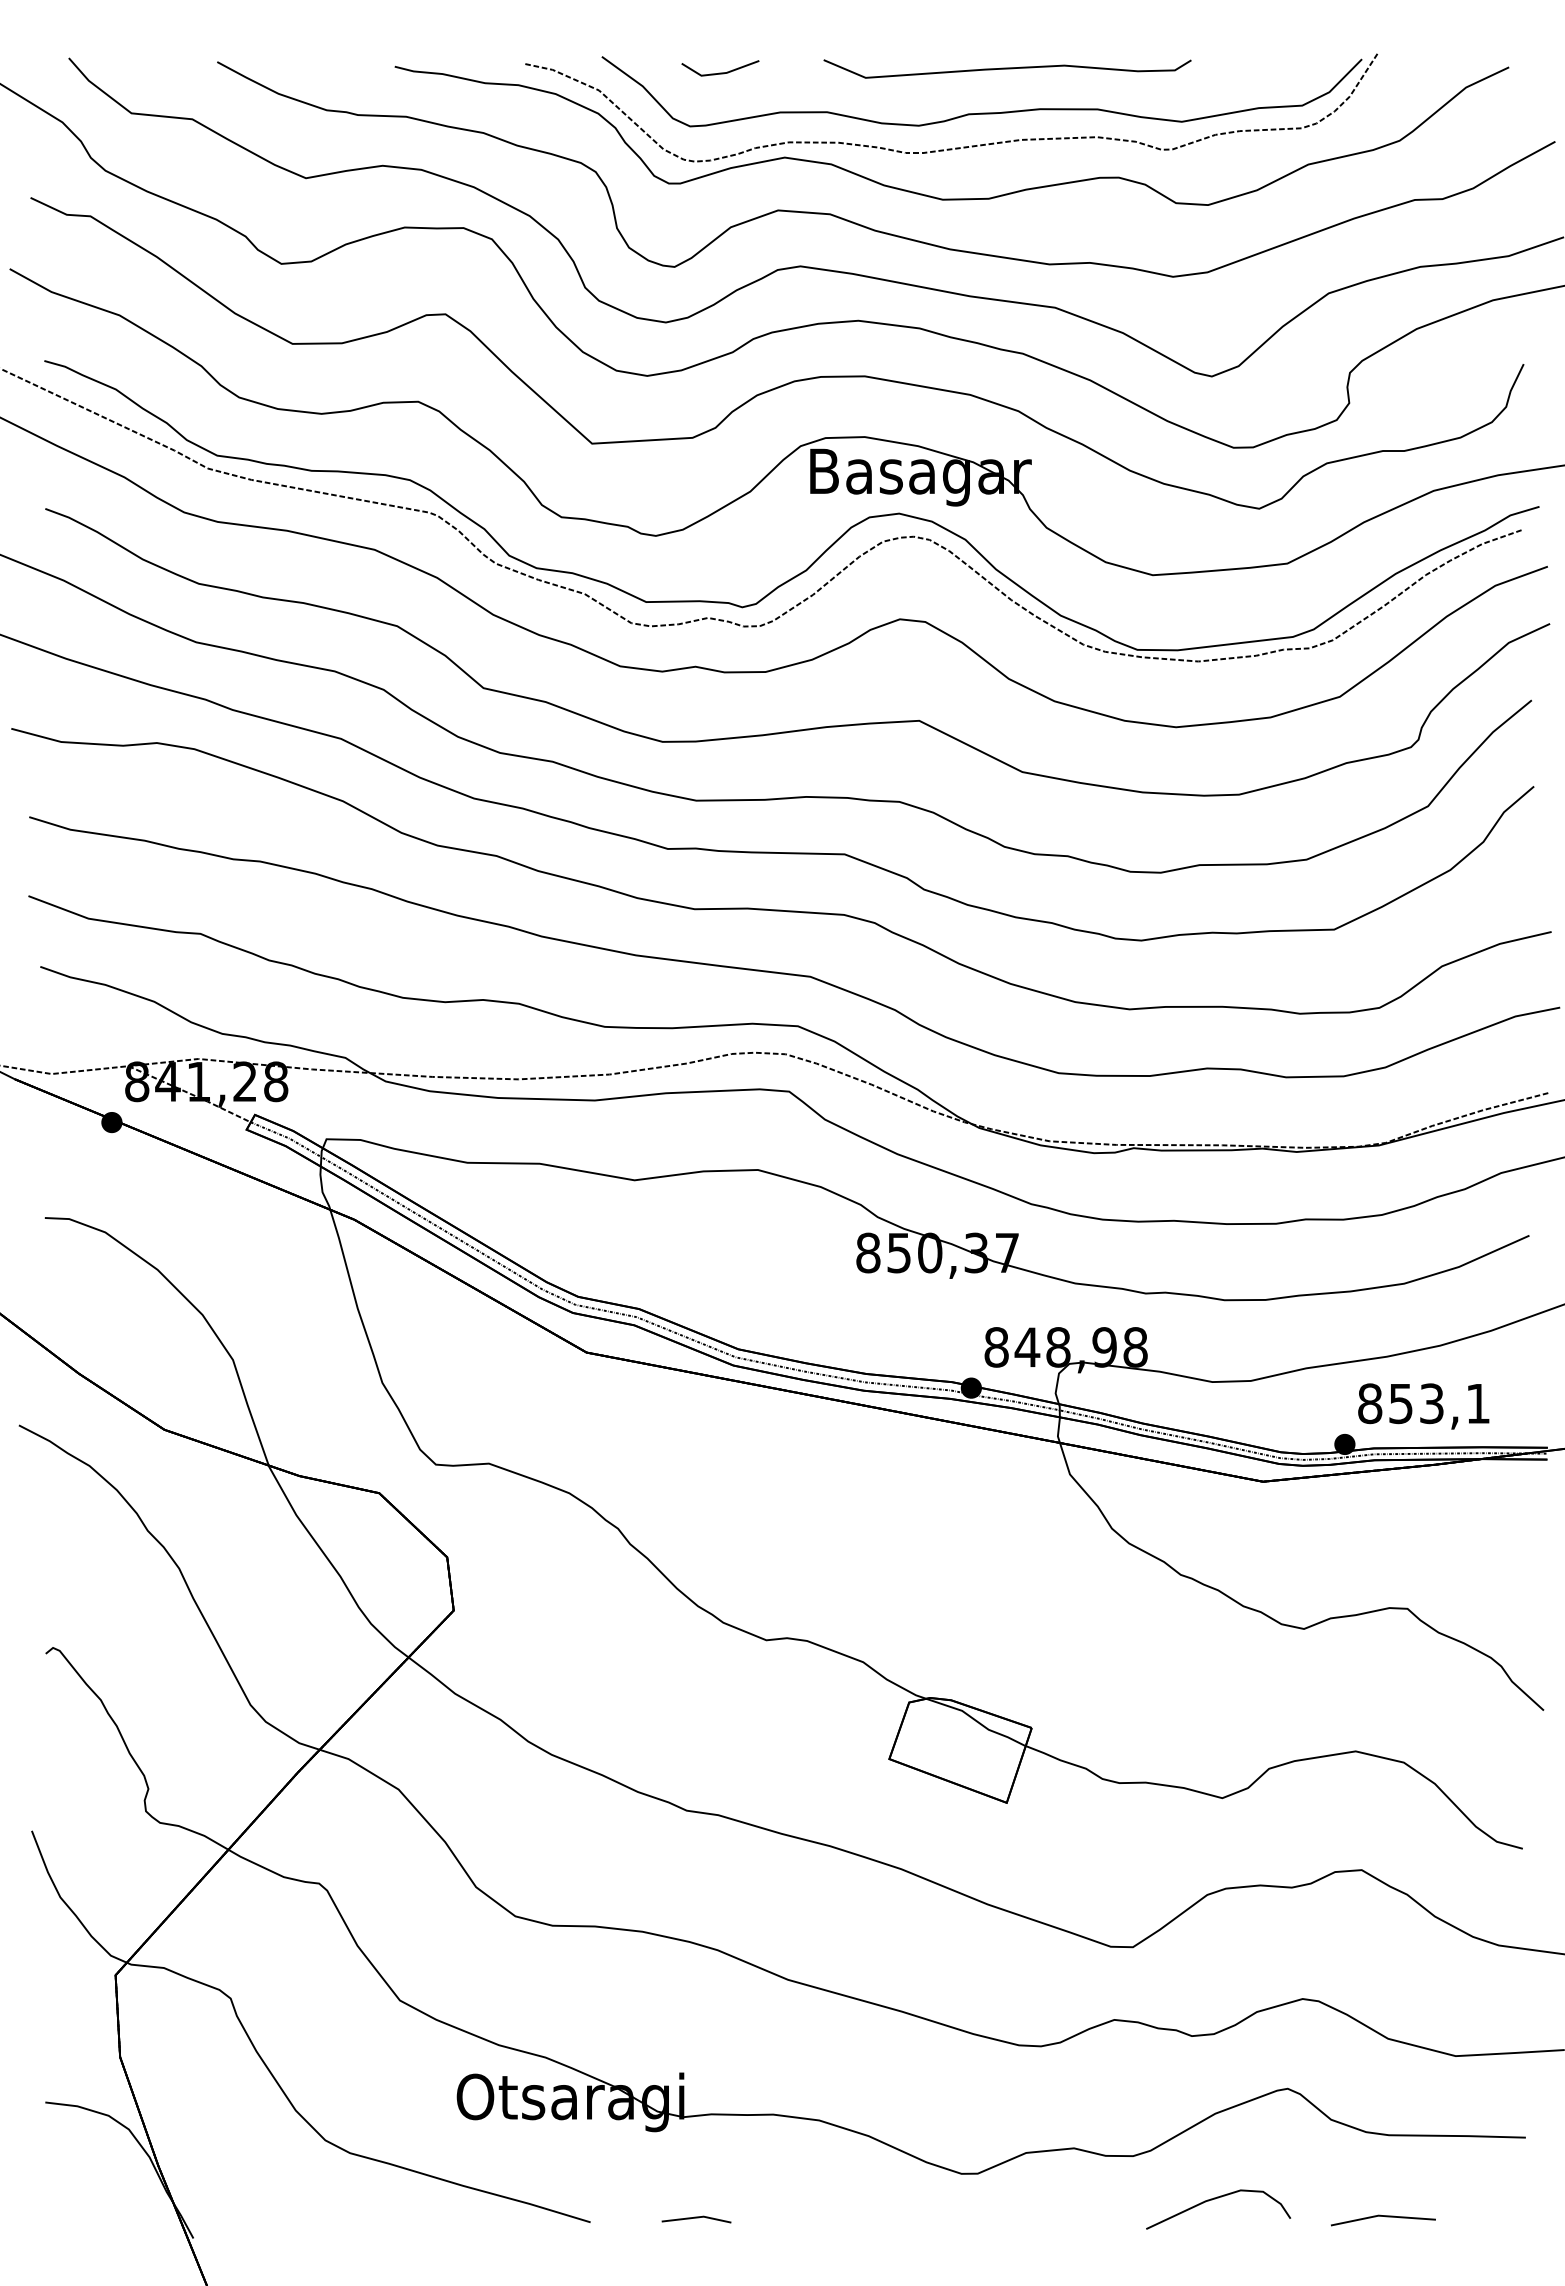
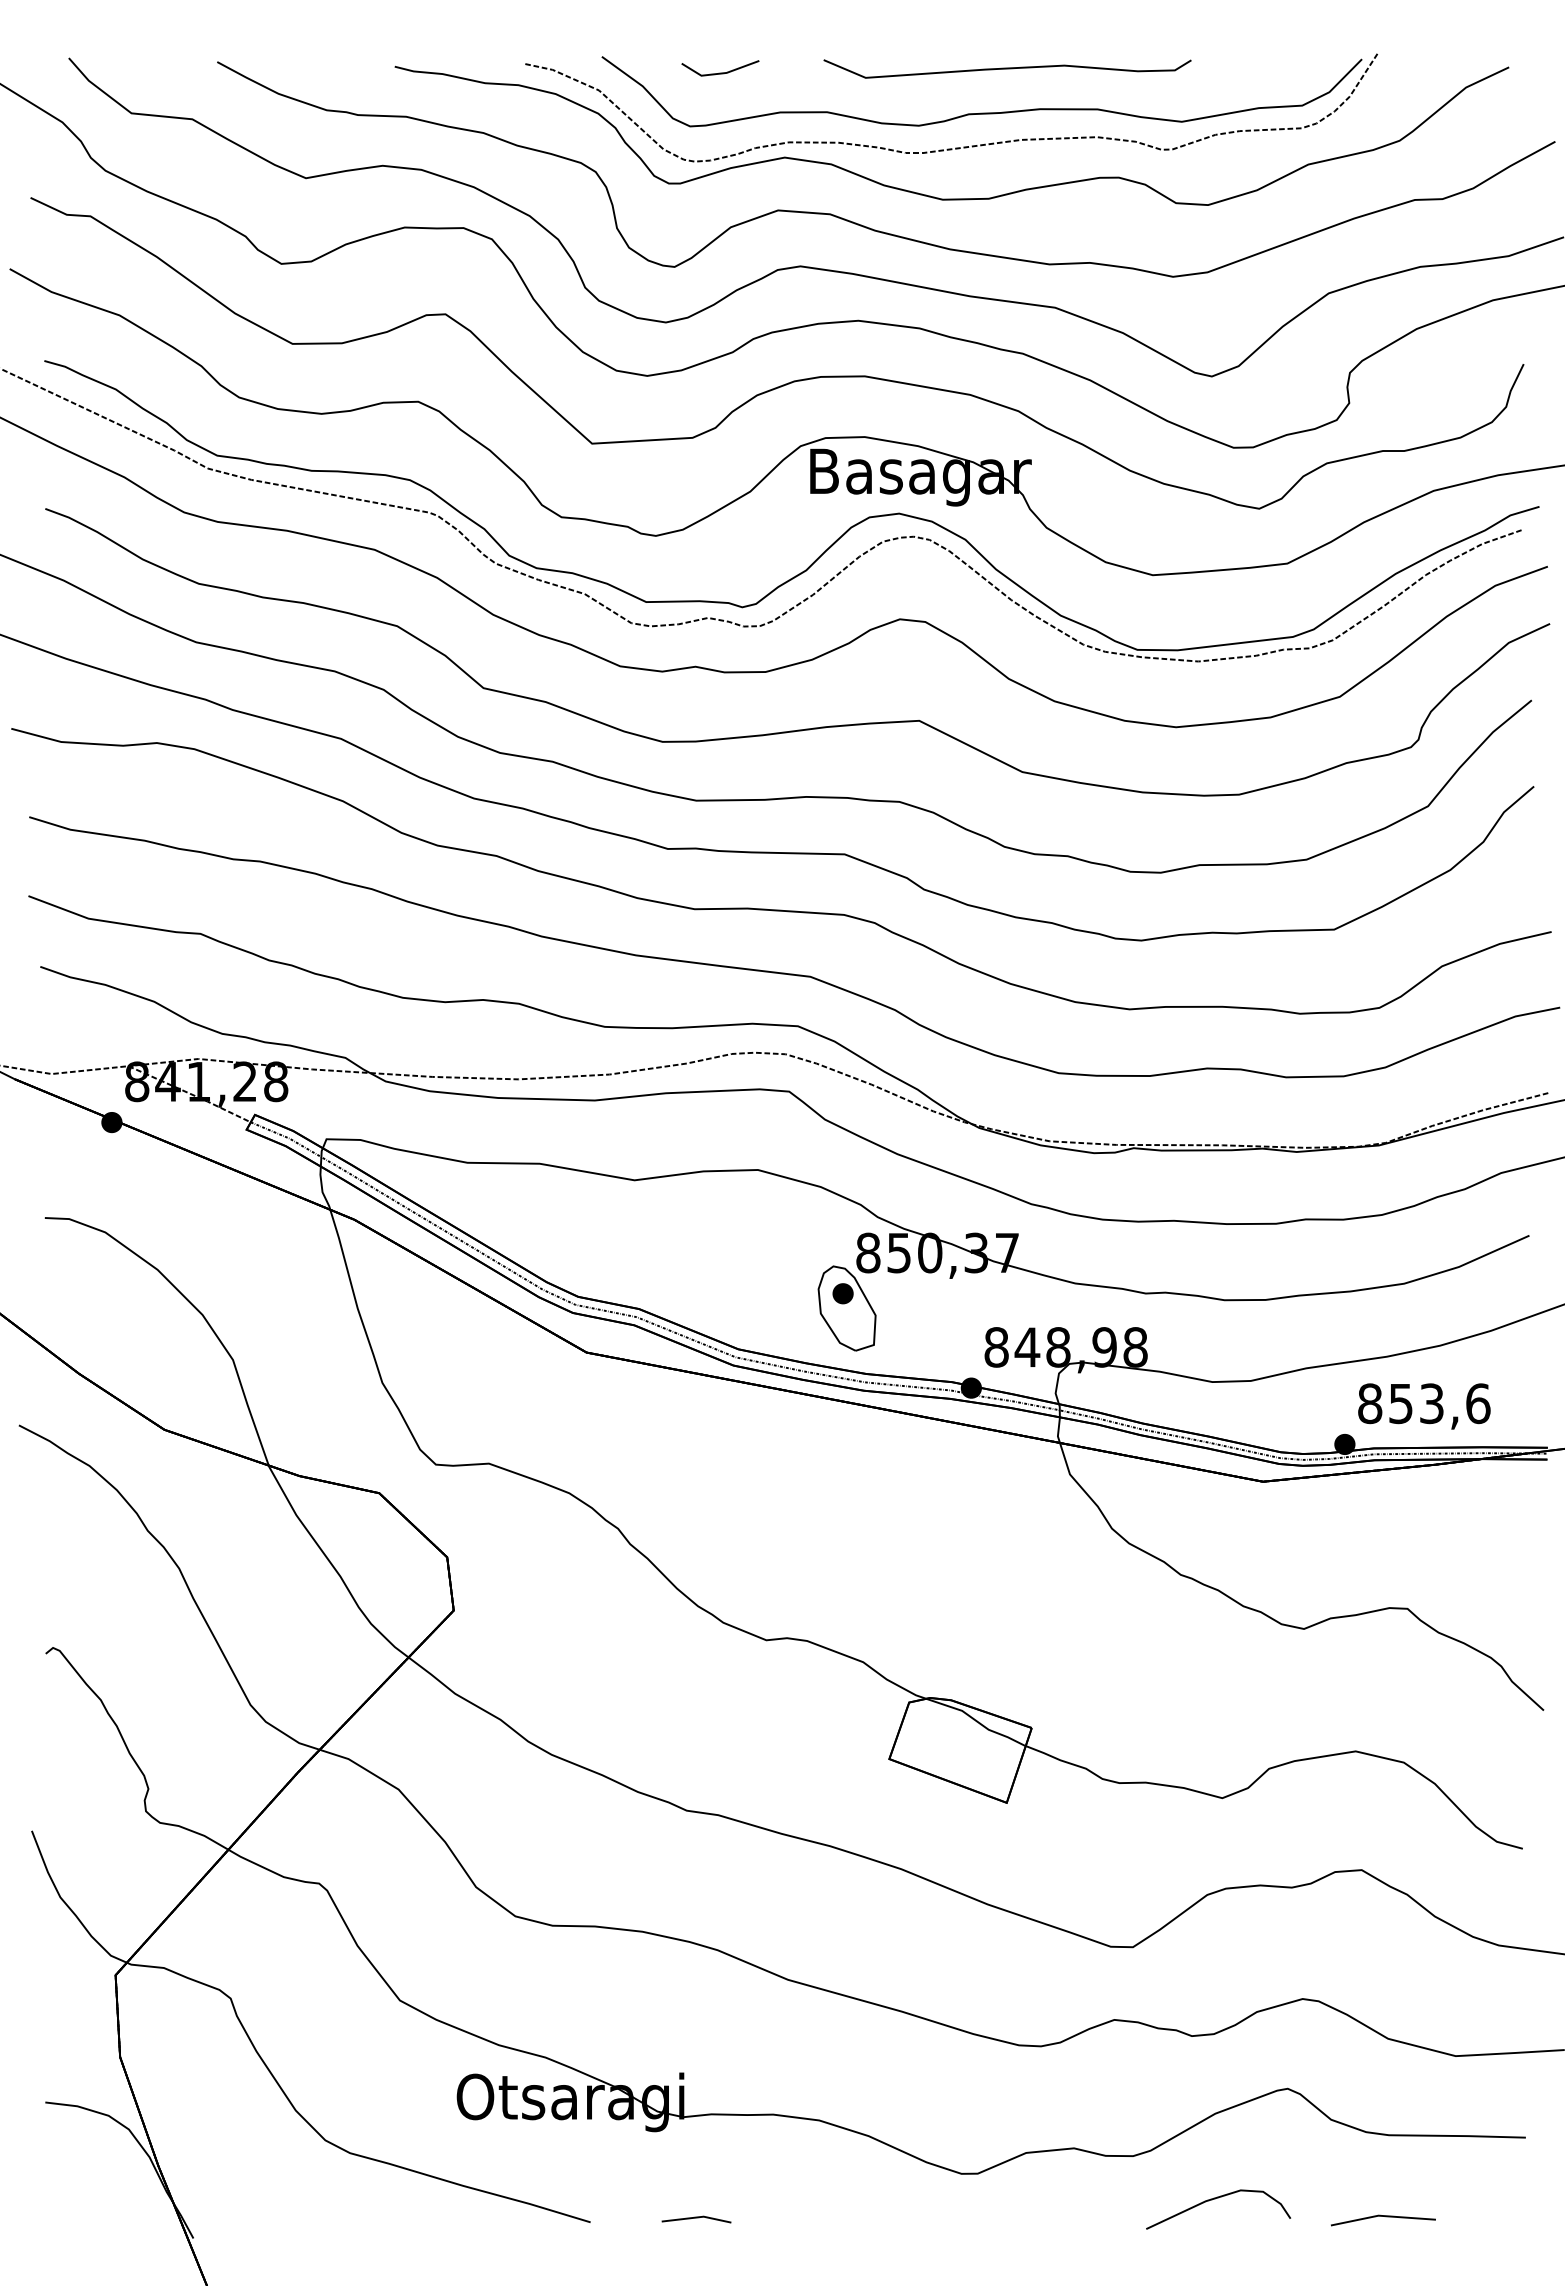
part at (846, 1308): none -> present
text at (1478, 1403): 853,1 -> 853,6
